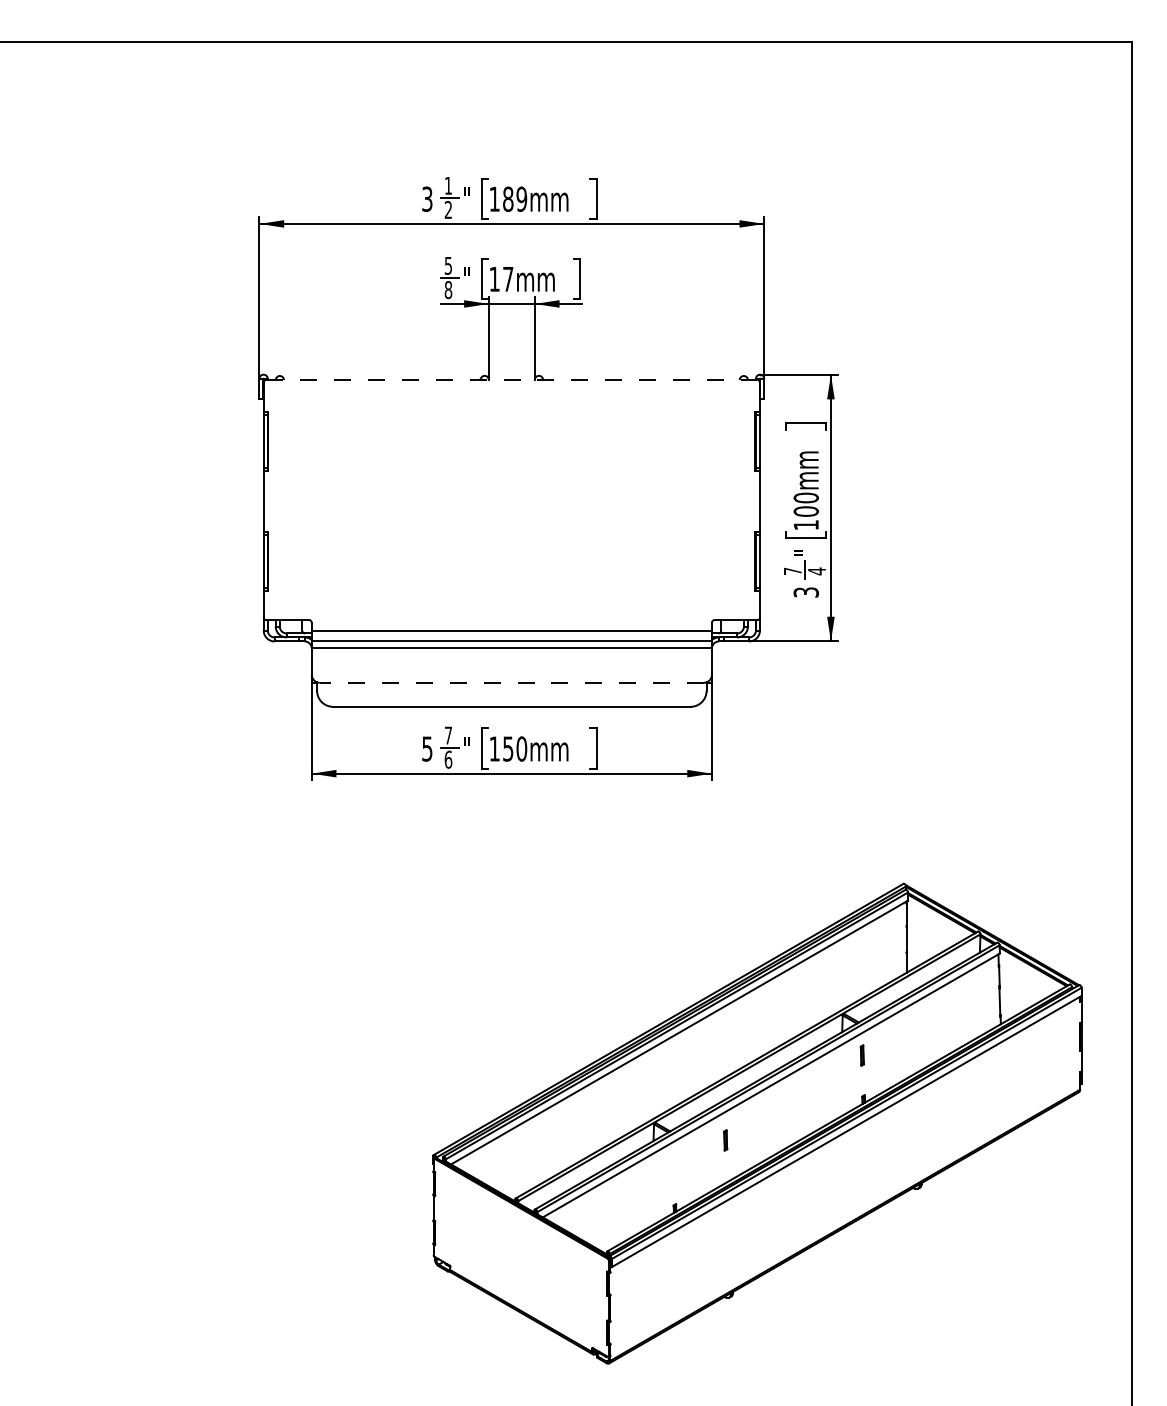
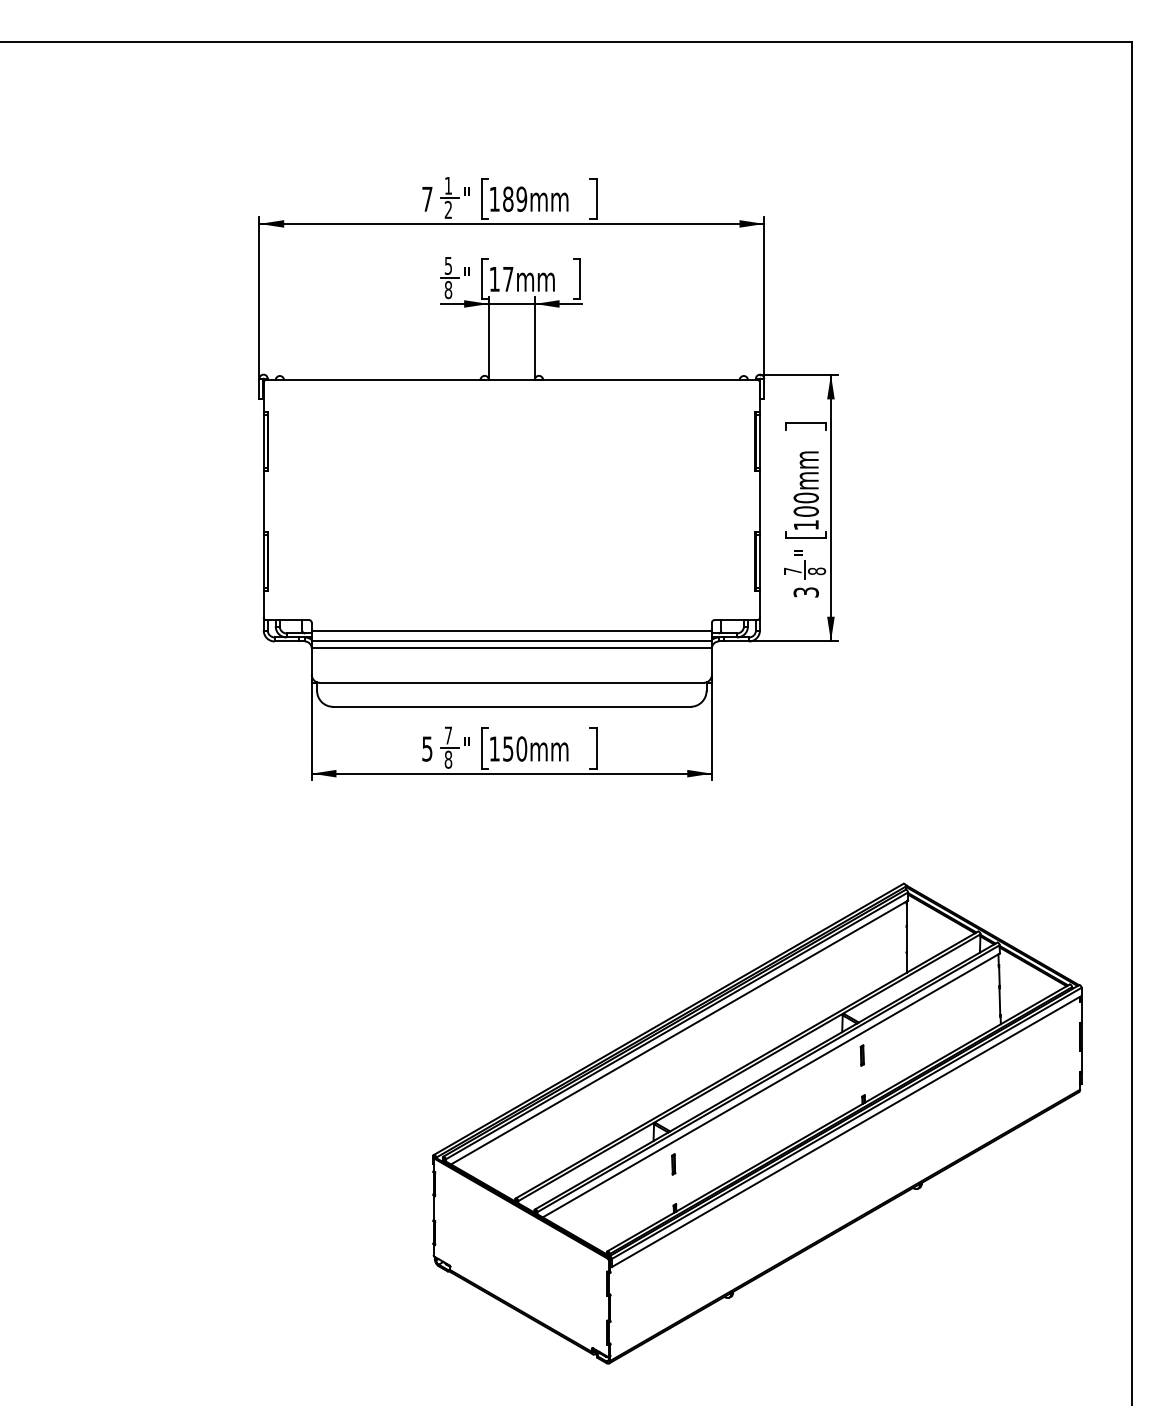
text at (427, 198): 3 -> 7
line at (512, 380): dashed -> solid
text at (817, 571): 4 -> 8
line at (511, 682): dashed -> solid
text at (448, 759): 6 -> 8
part at (725, 1140) position: (725, 1140) -> (673, 1164)
